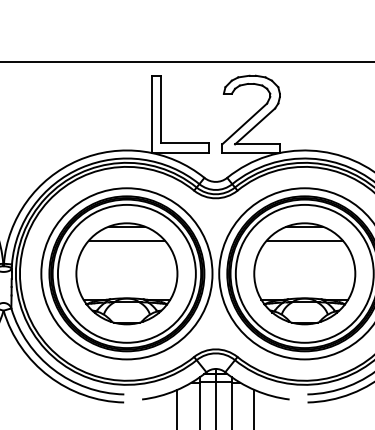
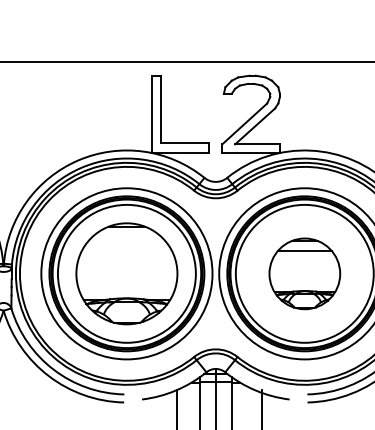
line at (126, 240): present -> none
part at (304, 273) size: 104x104 px -> 74x74 px
line at (254, 407) position: (254, 407) -> (262, 407)
